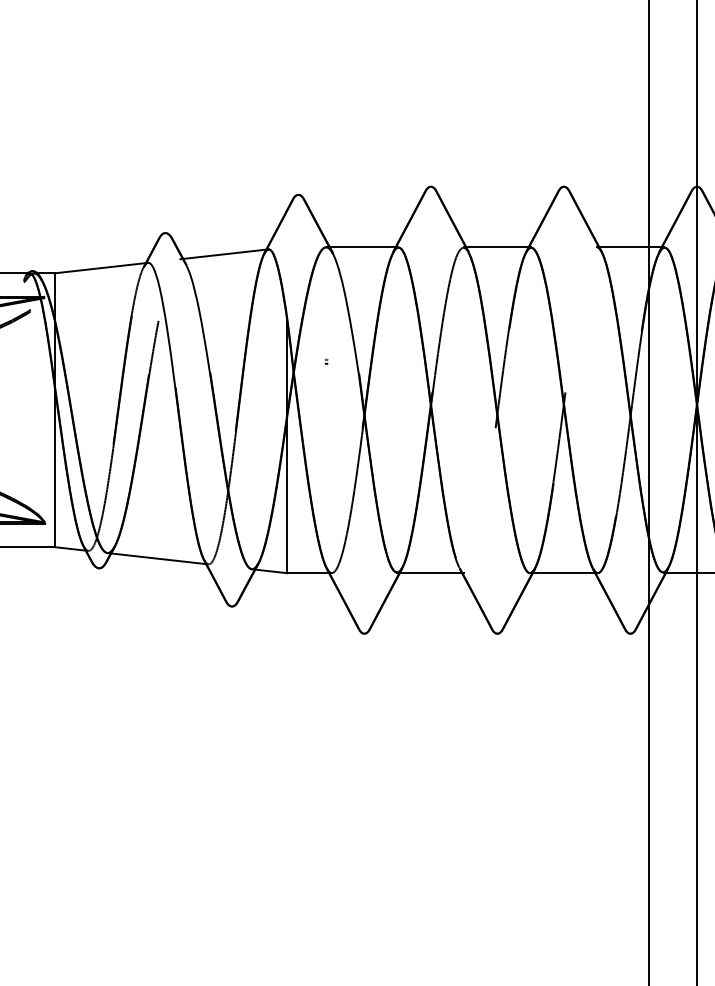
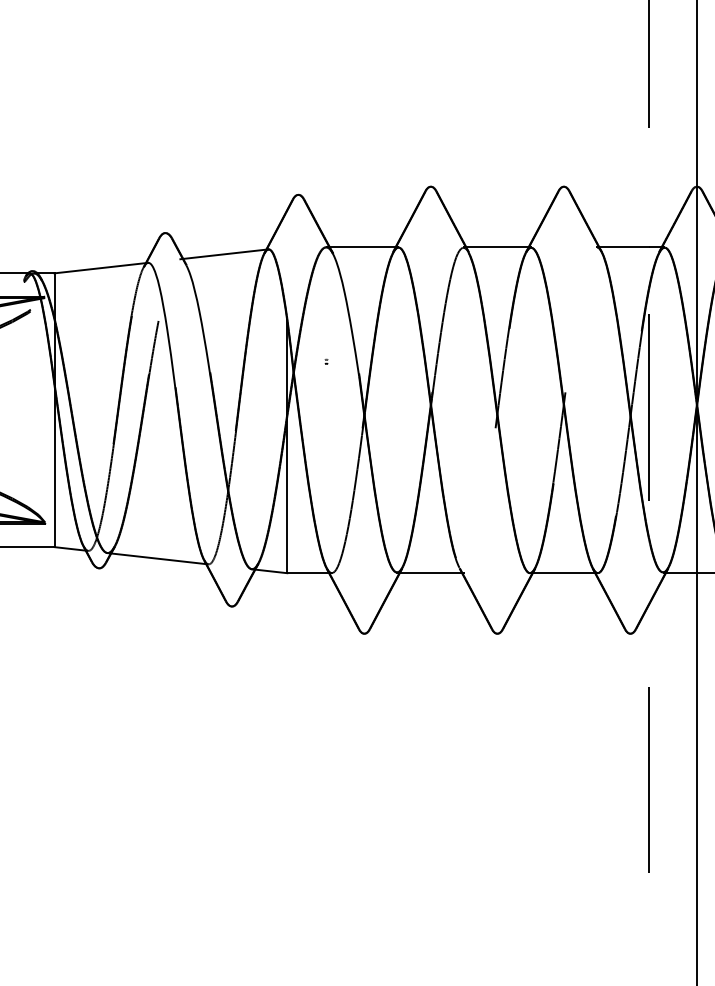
line at (649, 492): solid -> dashed
